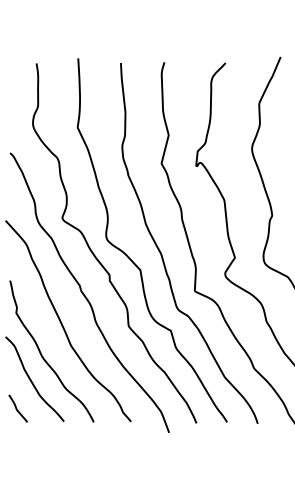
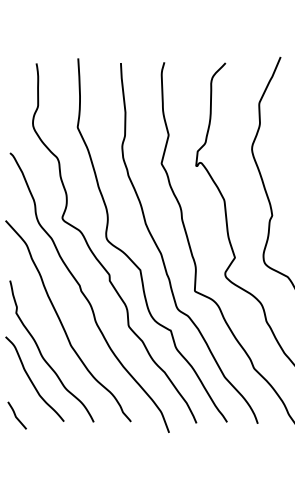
curve at (17, 408) position: (17, 408) -> (16, 415)
